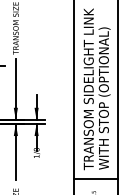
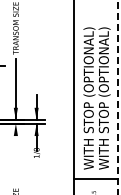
text at (89, 89): TRANSOM SIDELIGHT LINK -> WITH STOP (OPTIONAL)
line at (117, 97): solid -> dashed
line at (15, 151): present -> none
